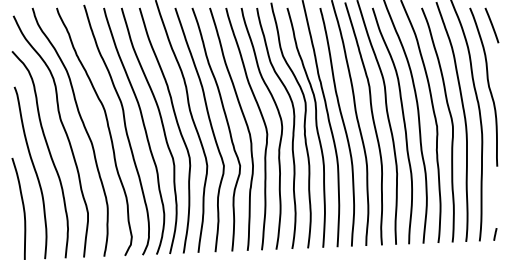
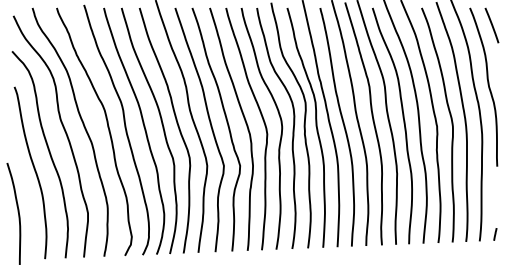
curve at (22, 207) position: (22, 207) -> (17, 212)
